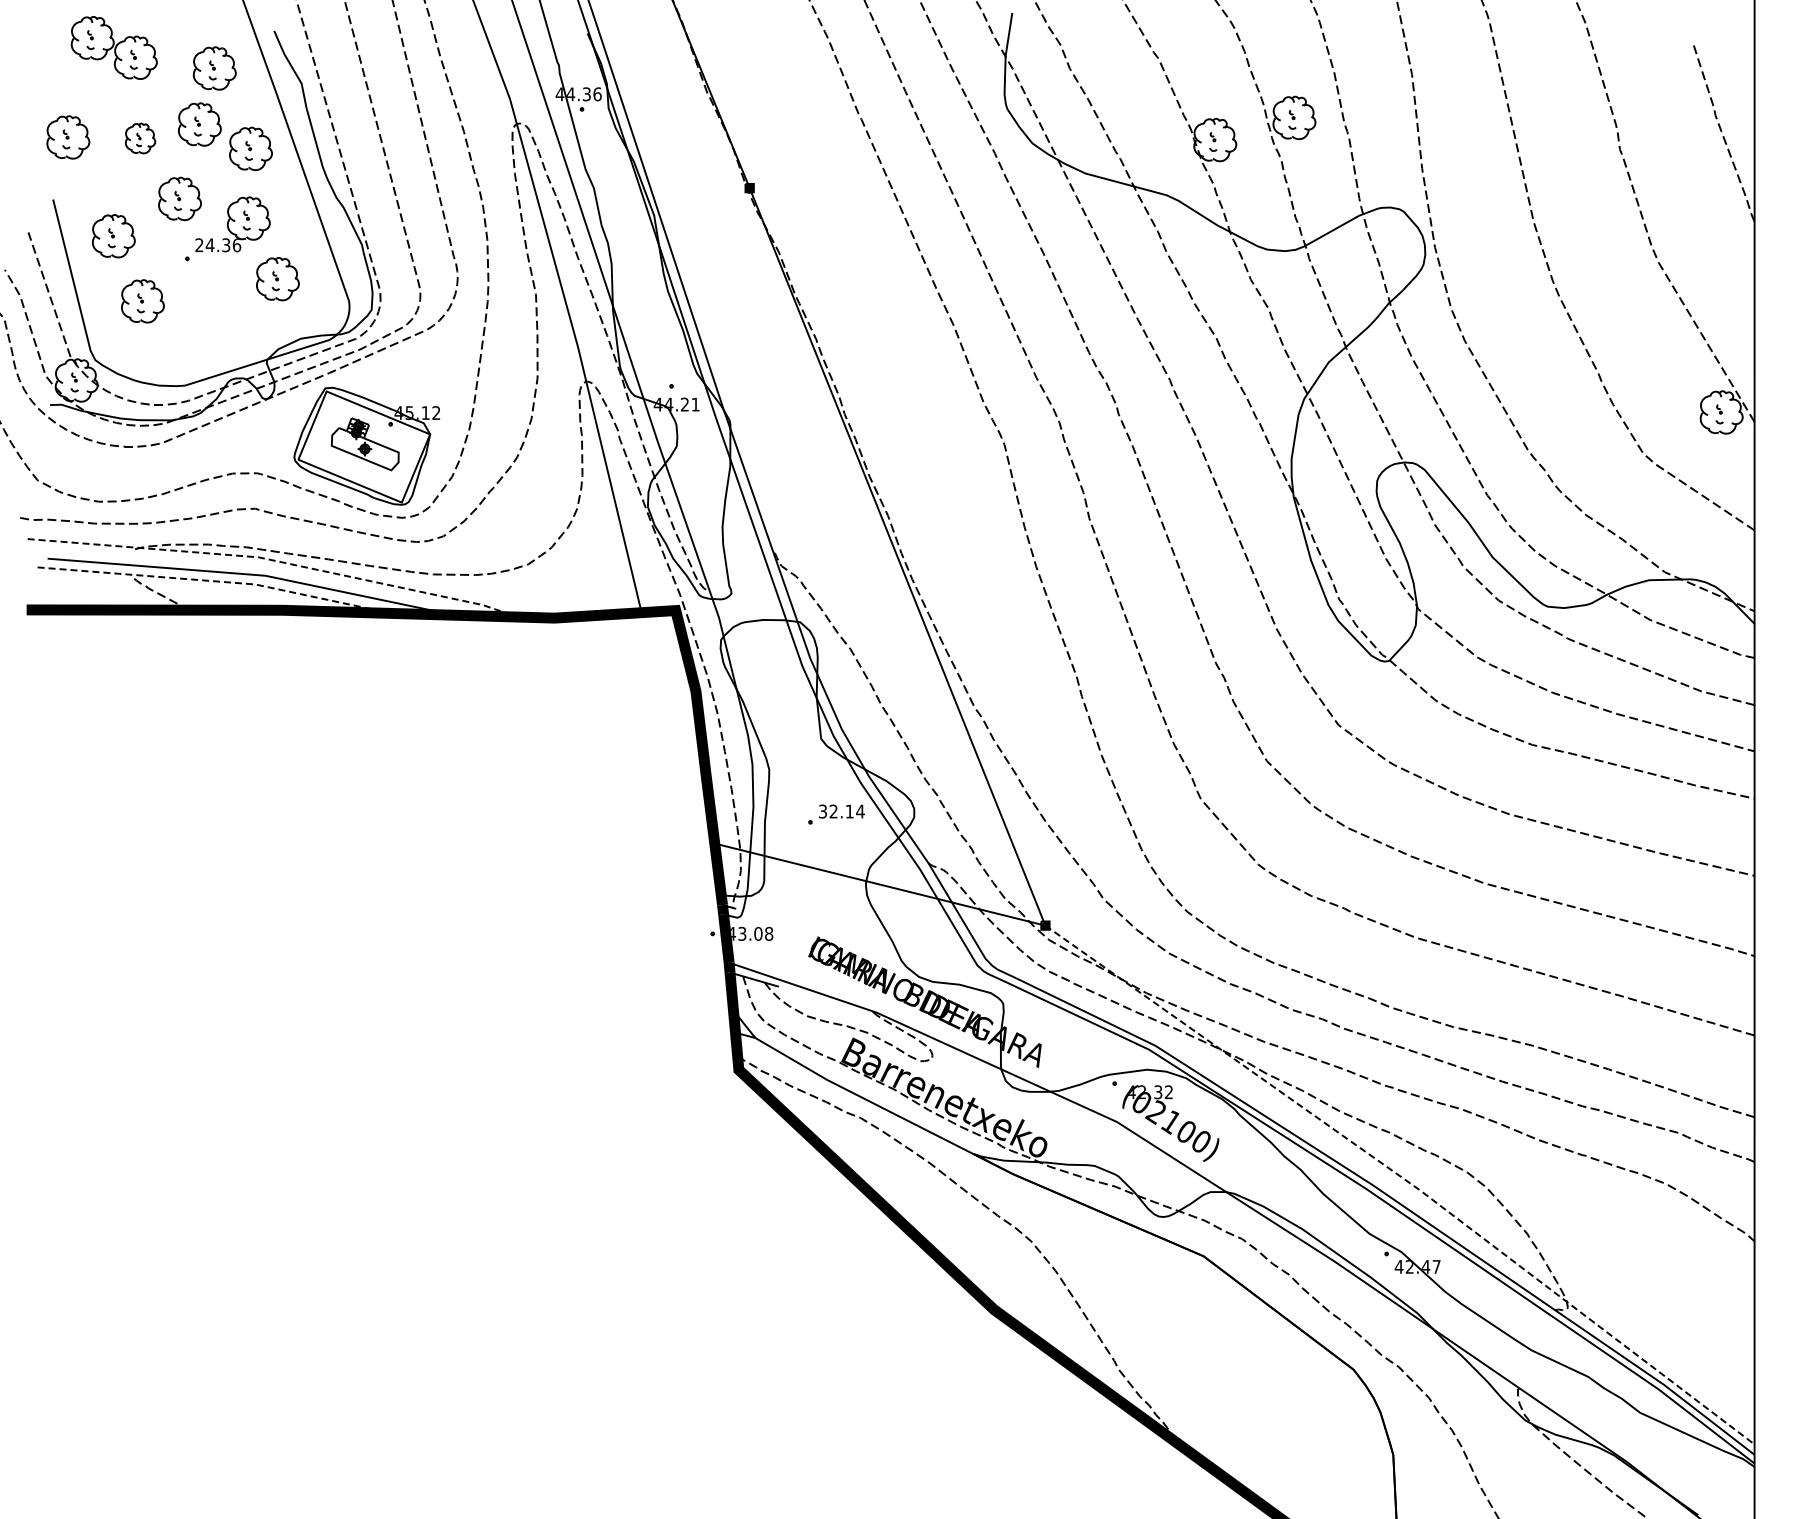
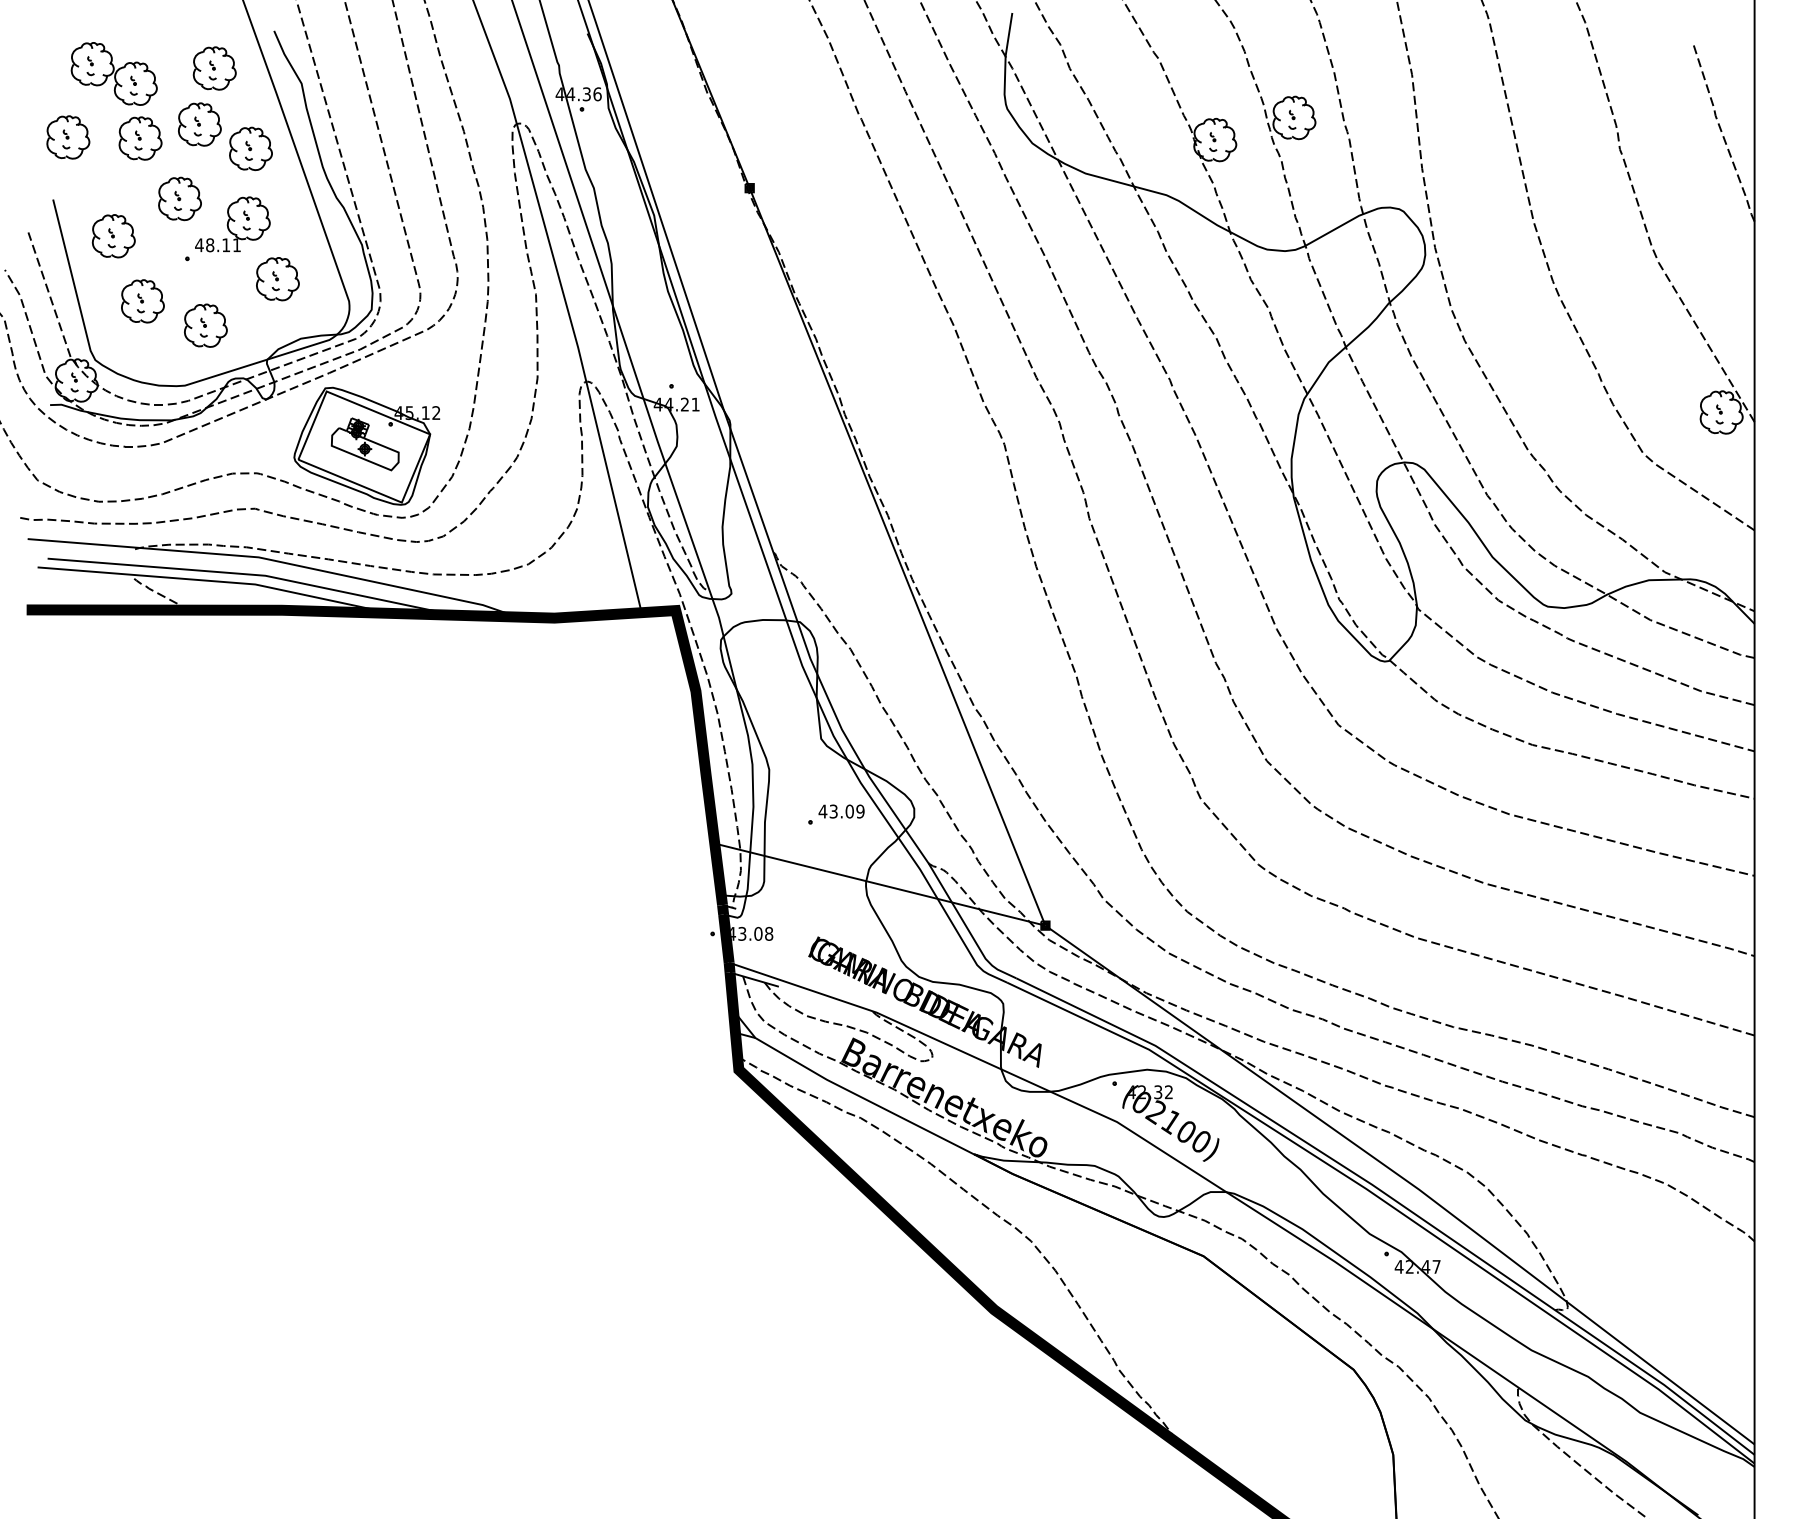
part at (113, 47) position: (113, 47) -> (113, 73)
part at (140, 138) size: 32x33 px -> 45x45 px
text at (218, 245): 24.36 -> 48.11
part at (205, 325): none -> present
line at (276, 561): dashed -> solid
line at (216, 581): dashed -> solid
text at (841, 811): 32.14 -> 43.09
line at (1405, 1179): dashed -> solid
